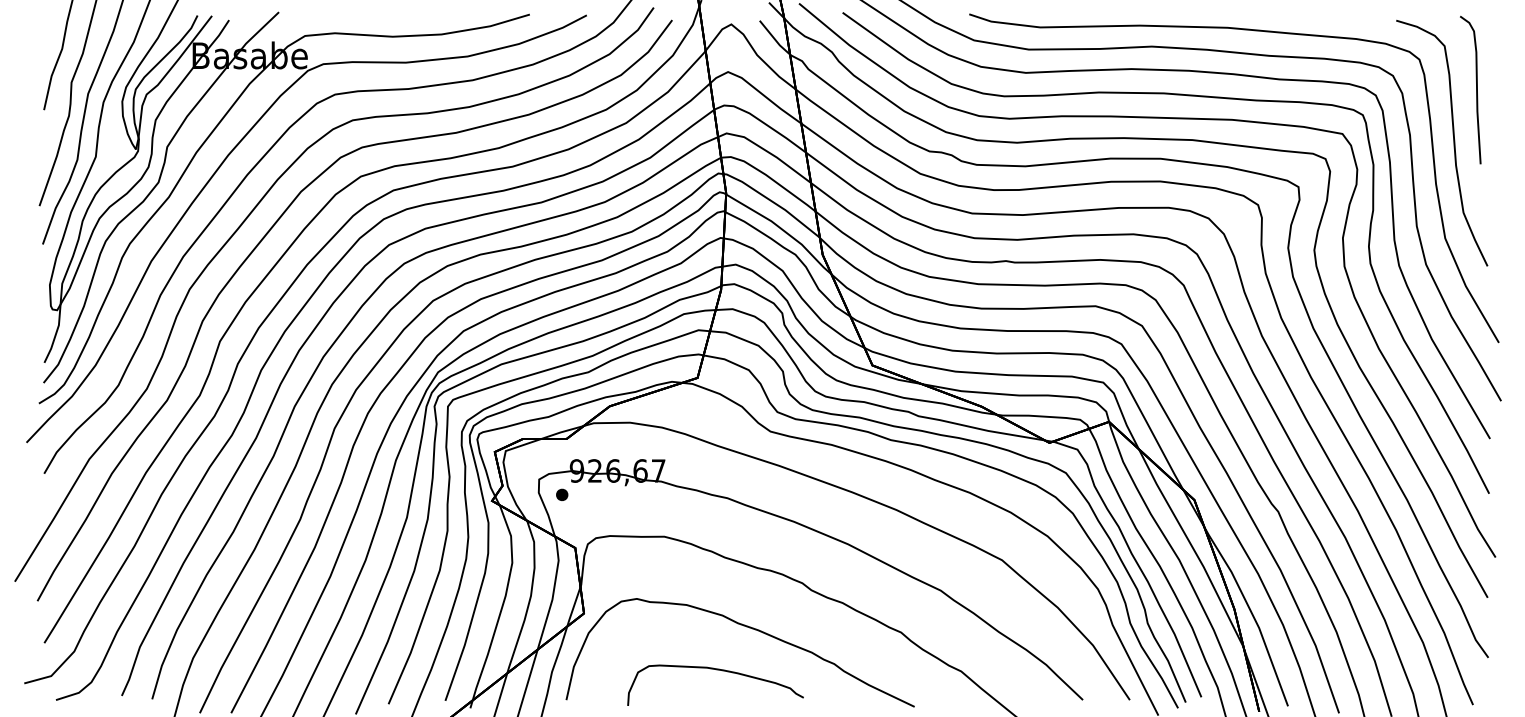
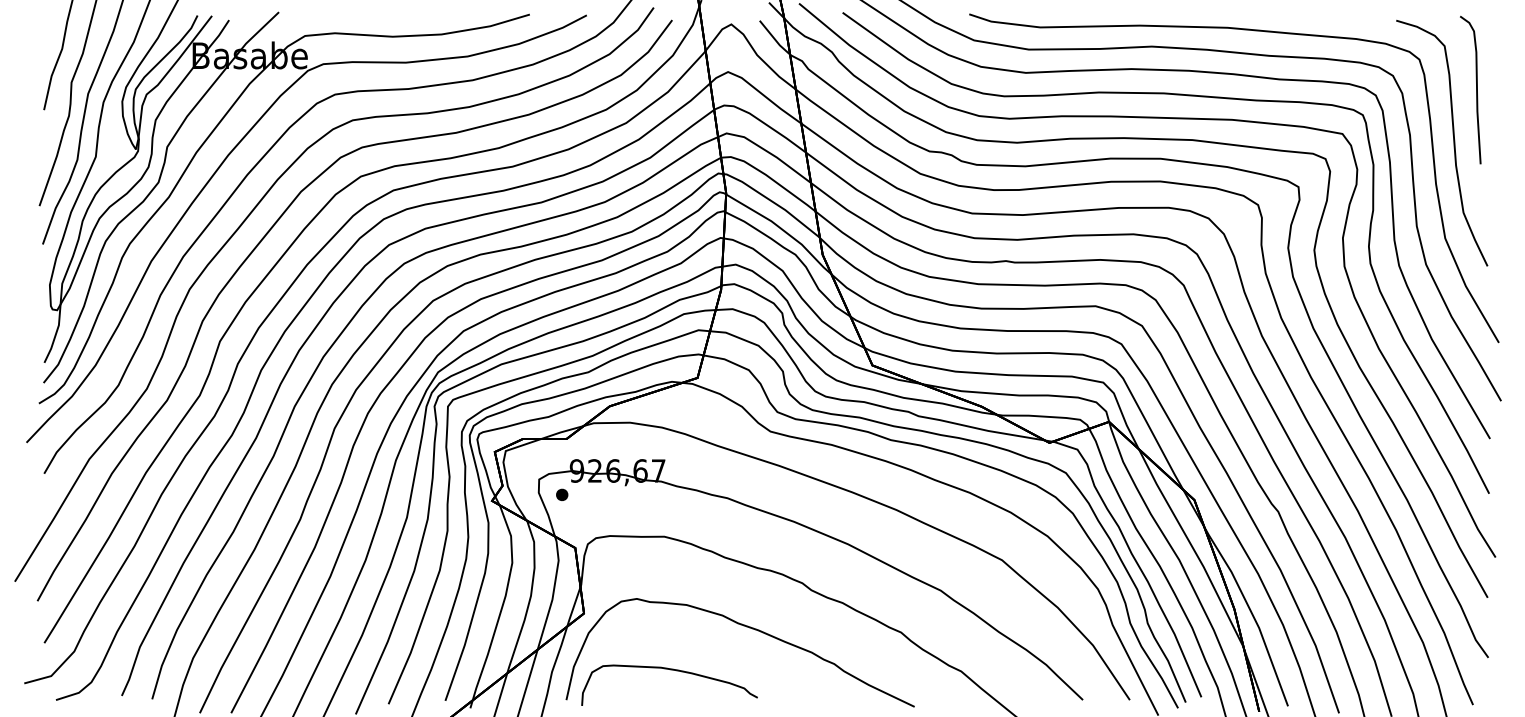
part at (716, 670) position: (716, 670) -> (670, 670)
